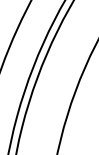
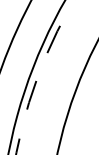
arc at (38, 75): solid -> dashed
